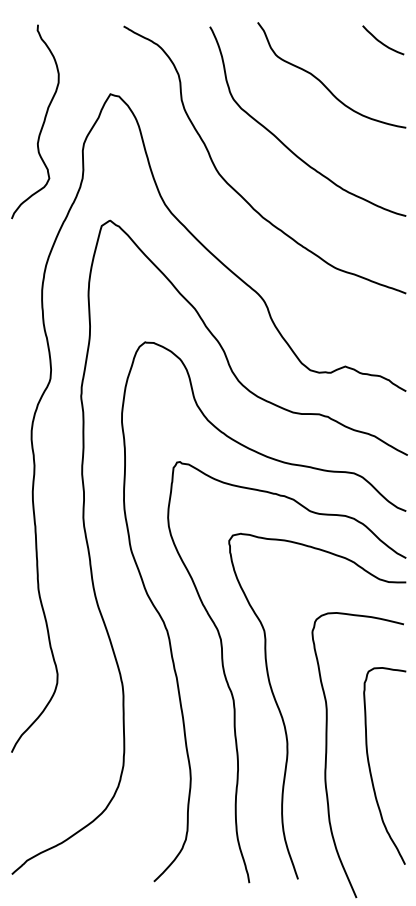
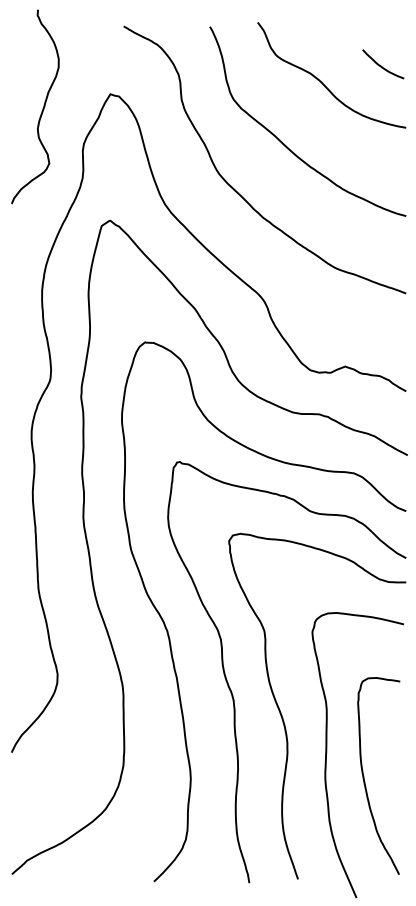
curve at (381, 41) position: (381, 41) -> (381, 65)
curve at (42, 123) position: (42, 123) -> (42, 108)
curve at (370, 766) position: (370, 766) -> (364, 776)
